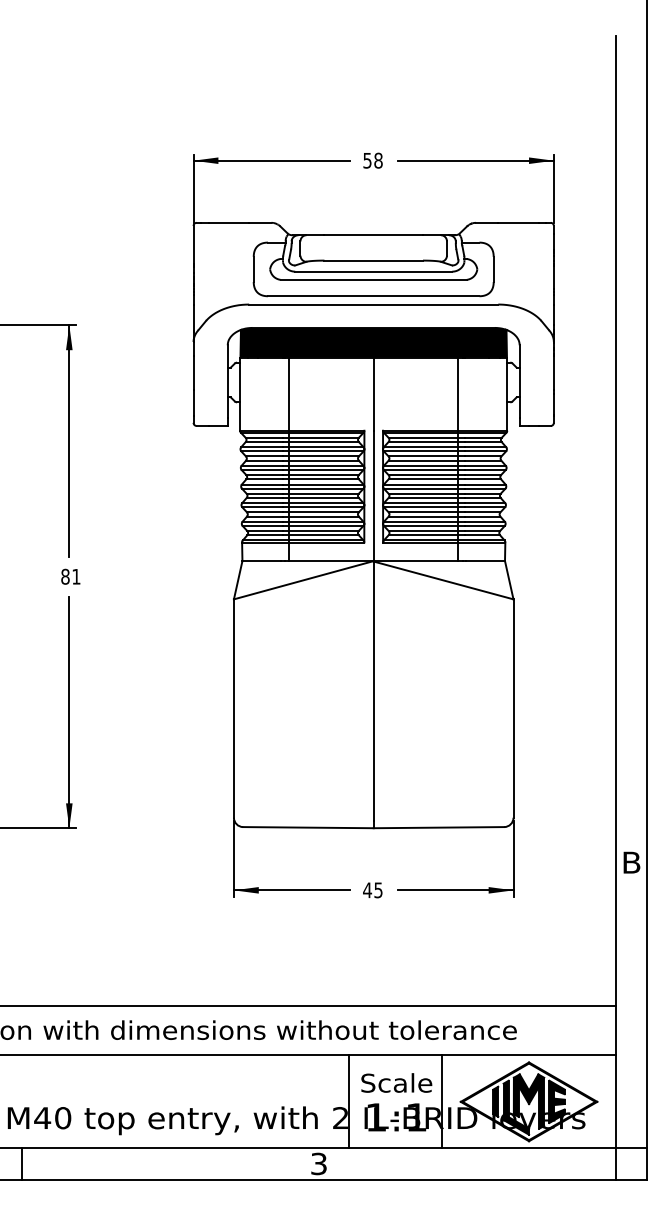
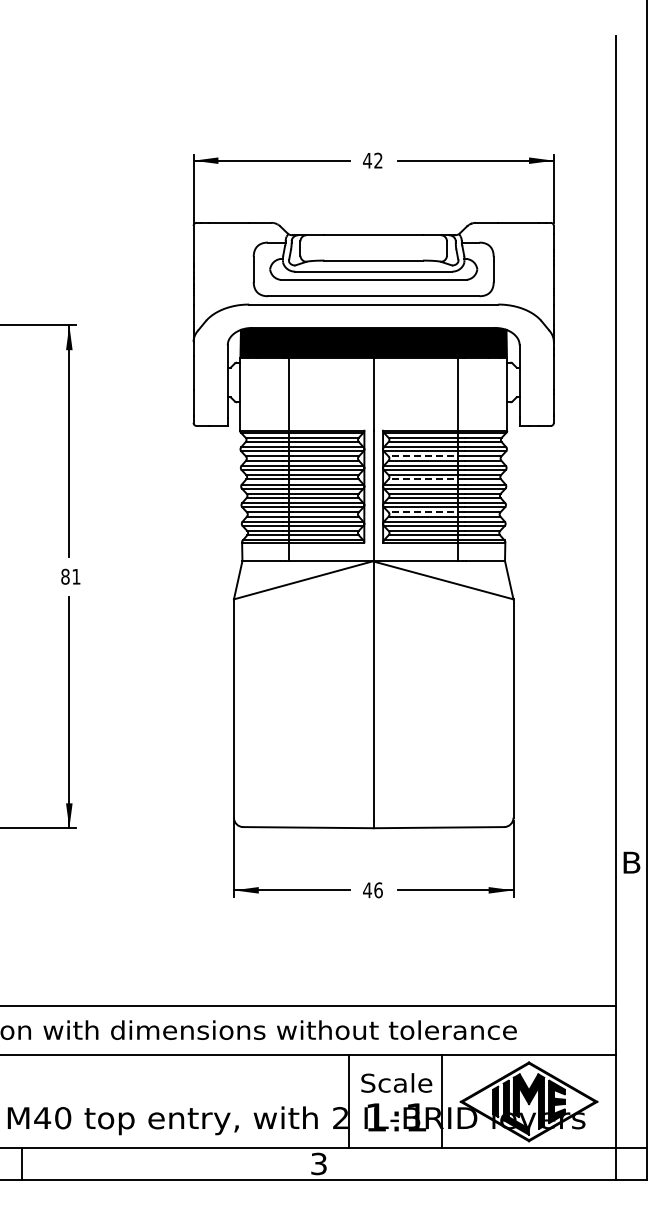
text at (372, 160): 58 -> 42
line at (426, 456): solid -> dashed
line at (426, 479): solid -> dashed
line at (426, 512): solid -> dashed
text at (378, 890): 45 -> 46
